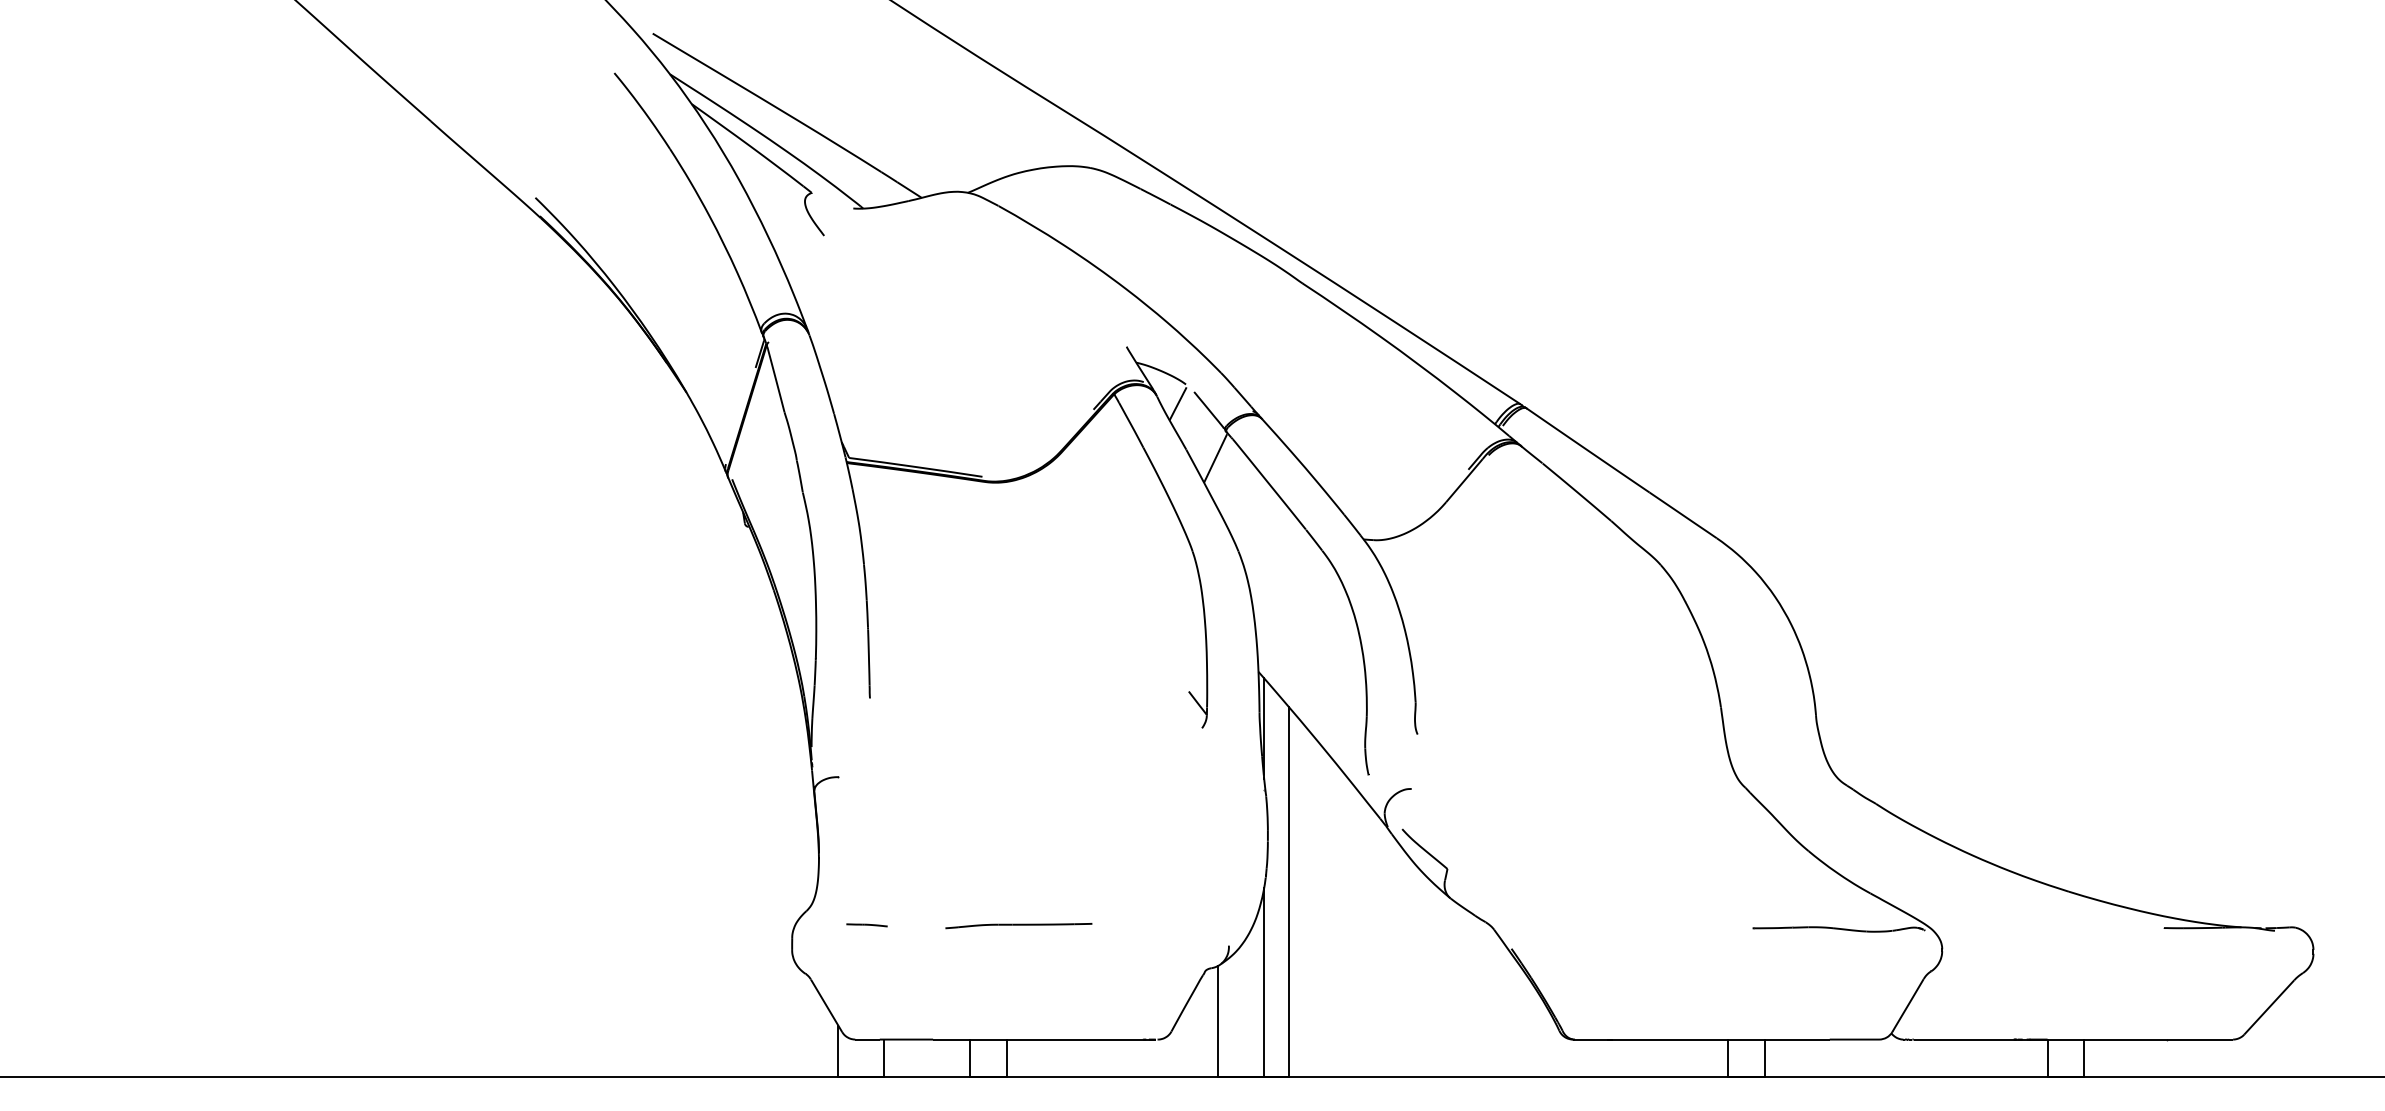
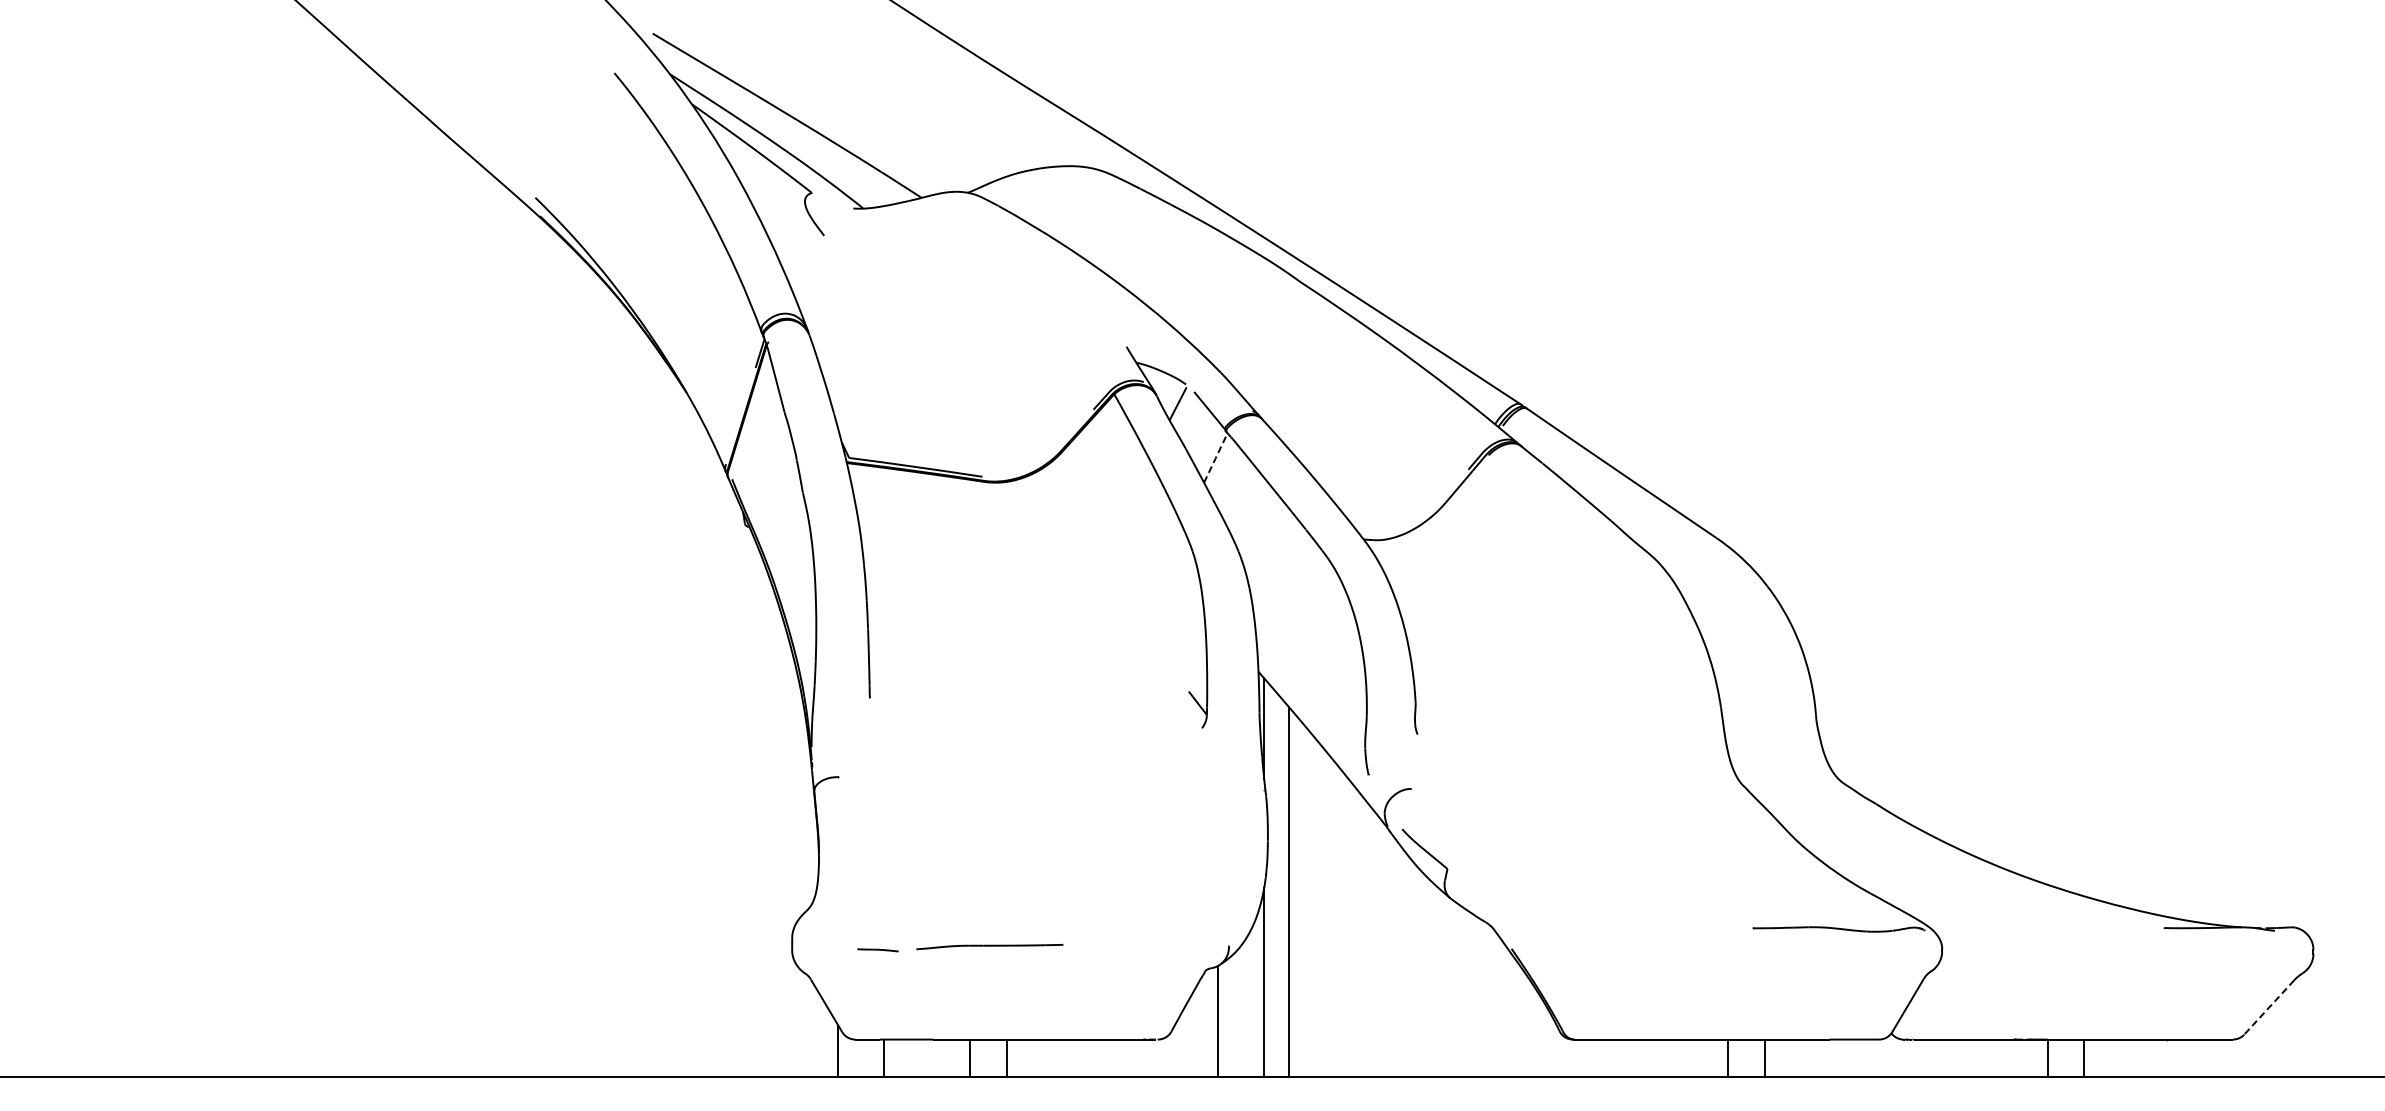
line at (1215, 458): solid -> dashed
line at (866, 925) position: (866, 925) -> (877, 950)
part at (1018, 926) position: (1018, 926) -> (989, 947)
line at (2269, 1007): solid -> dashed
